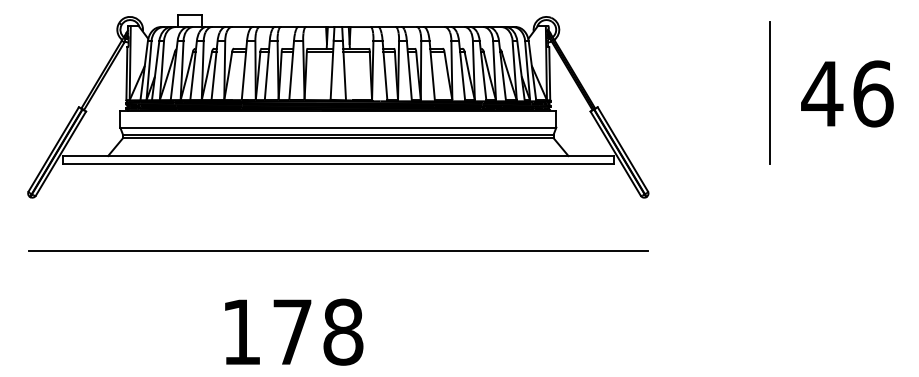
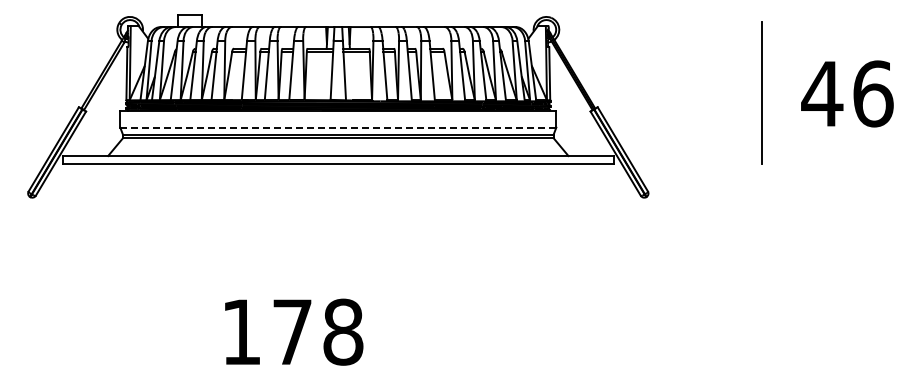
line at (769, 92) position: (769, 92) -> (761, 92)
line at (338, 127): solid -> dashed
line at (338, 251): present -> none
